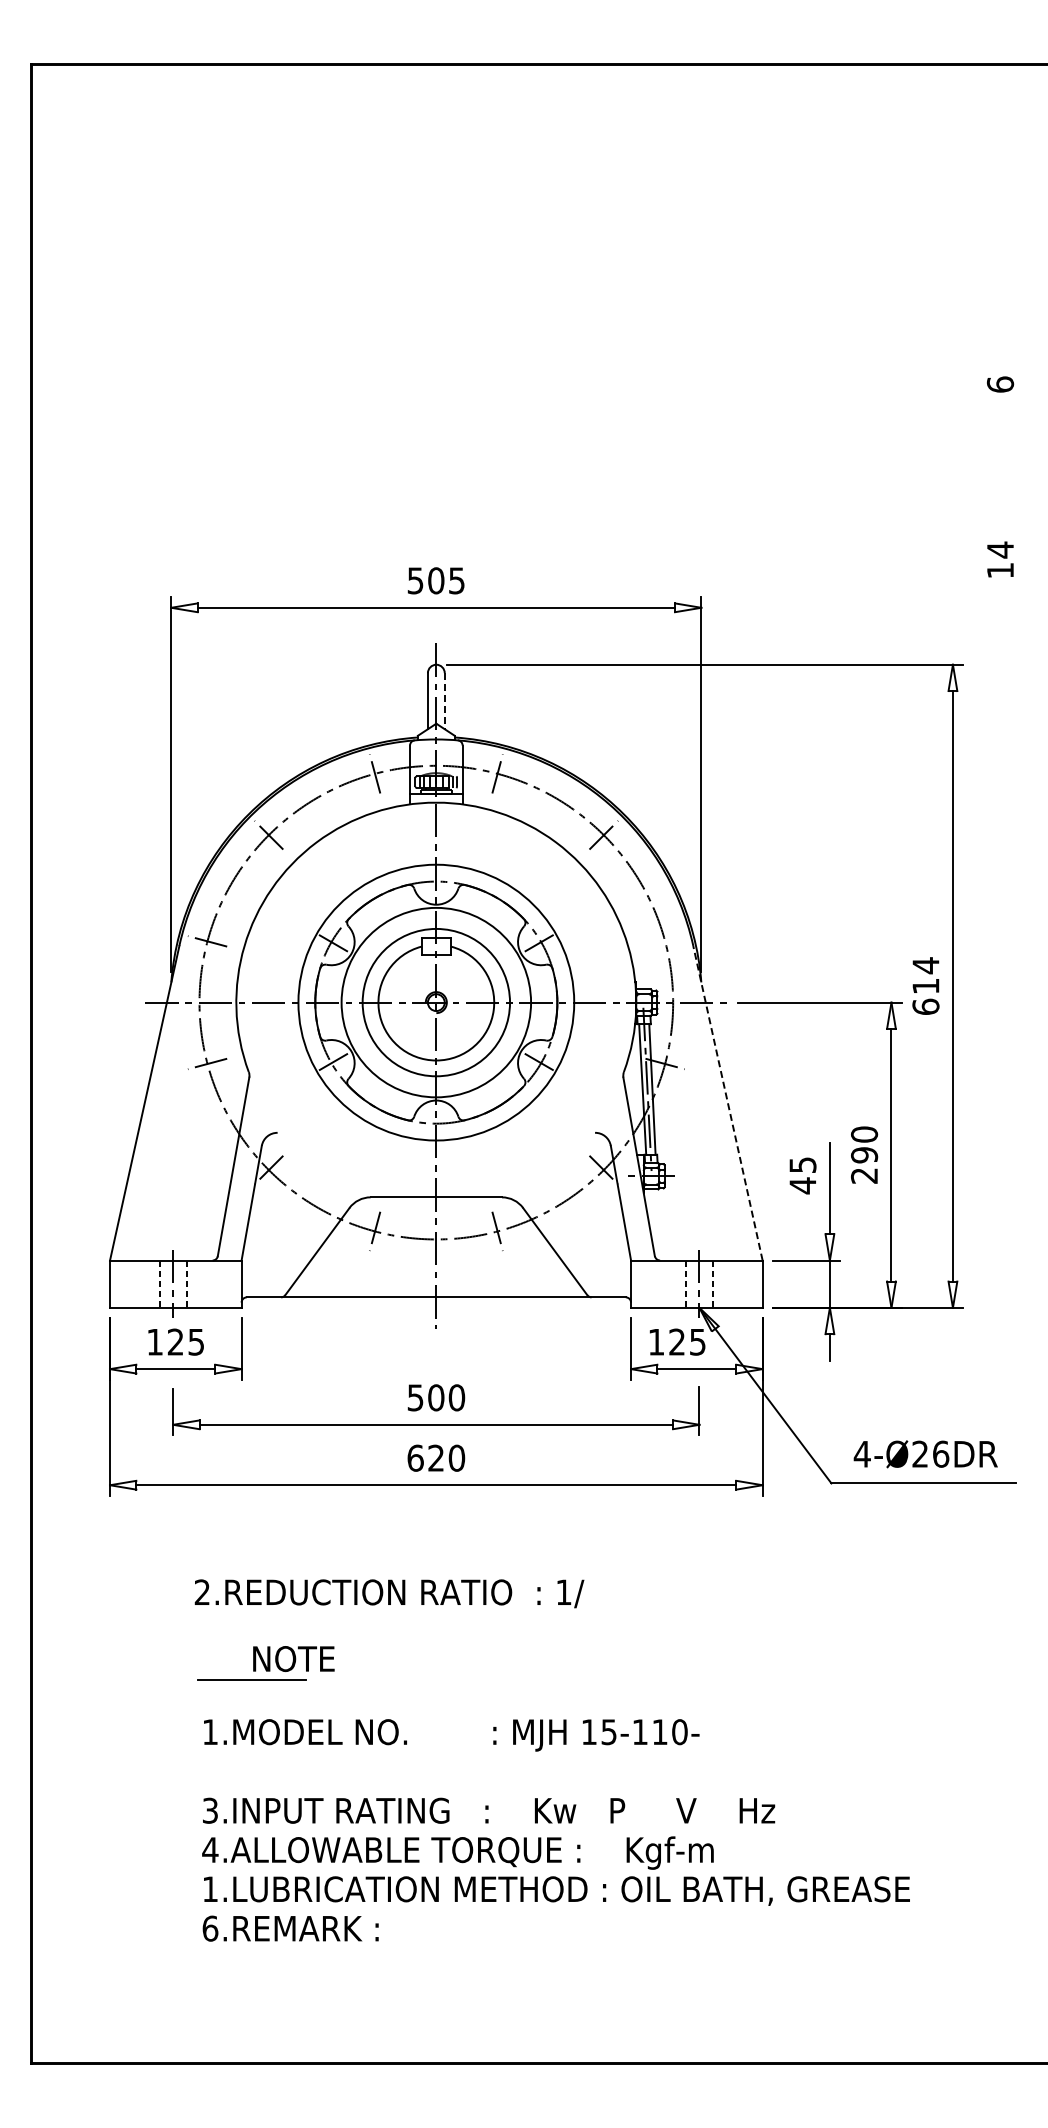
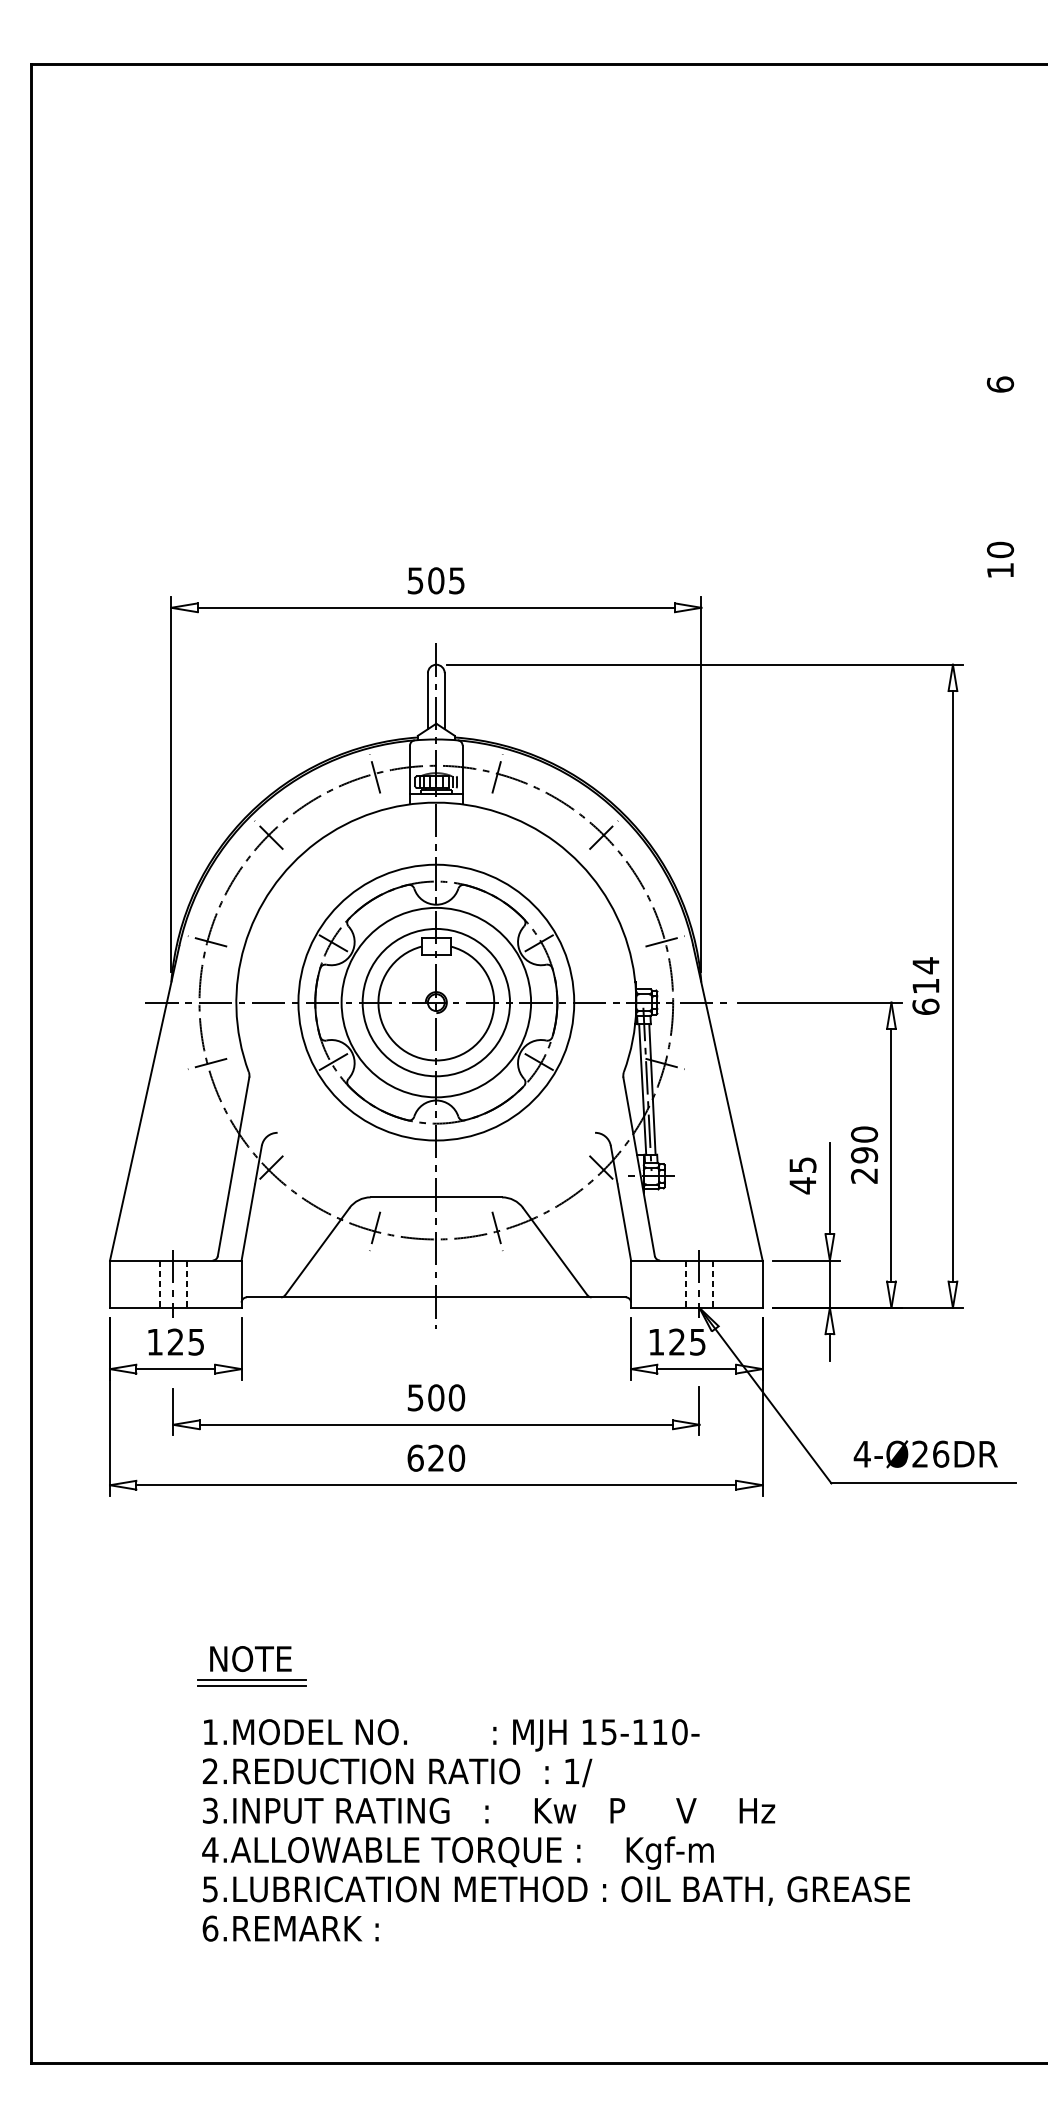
text at (1000, 549): 14 -> 10
line at (444, 701): dashed -> solid
line at (664, 941): none -> present
line at (727, 1102): dashed -> solid
text at (389, 1593) position: (389, 1593) -> (397, 1772)
text at (293, 1658) position: (293, 1658) -> (250, 1658)
line at (251, 1685): none -> present
text at (210, 1889): 1.LUBRICATION -> 5.LUBRICATION
